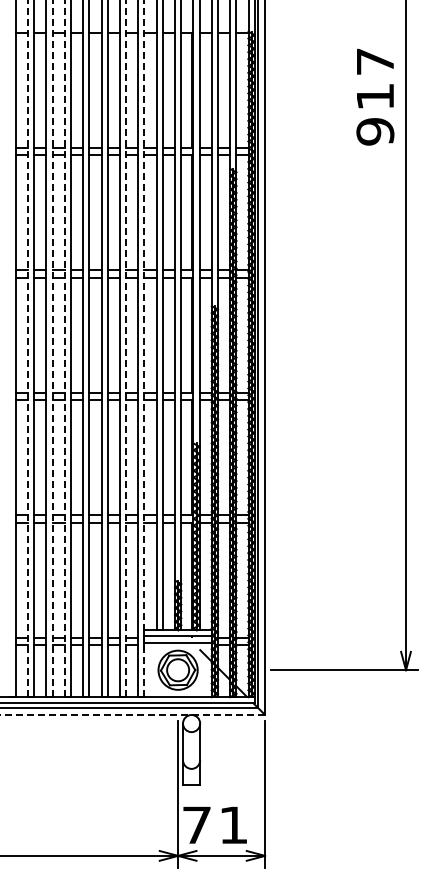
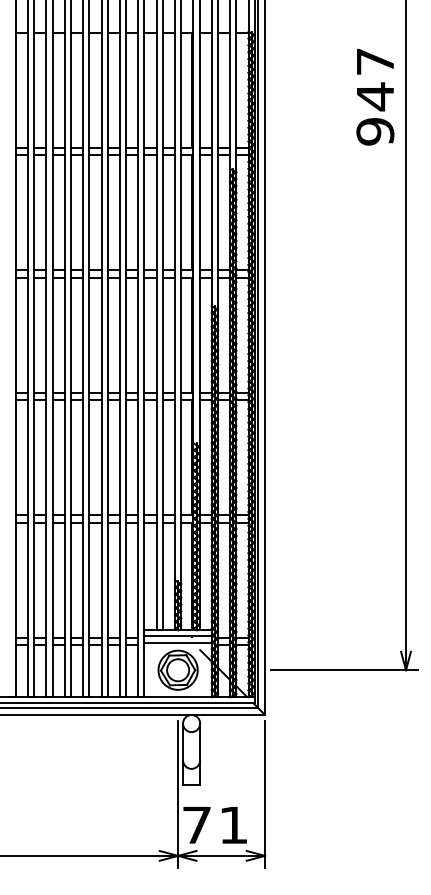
text at (375, 96): 917 -> 947
line at (28, 348): dashed -> solid
line at (52, 348): dashed -> solid
line at (64, 348): dashed -> solid
line at (126, 348): dashed -> solid
line at (144, 348): dashed -> solid
line at (133, 714): dashed -> solid
